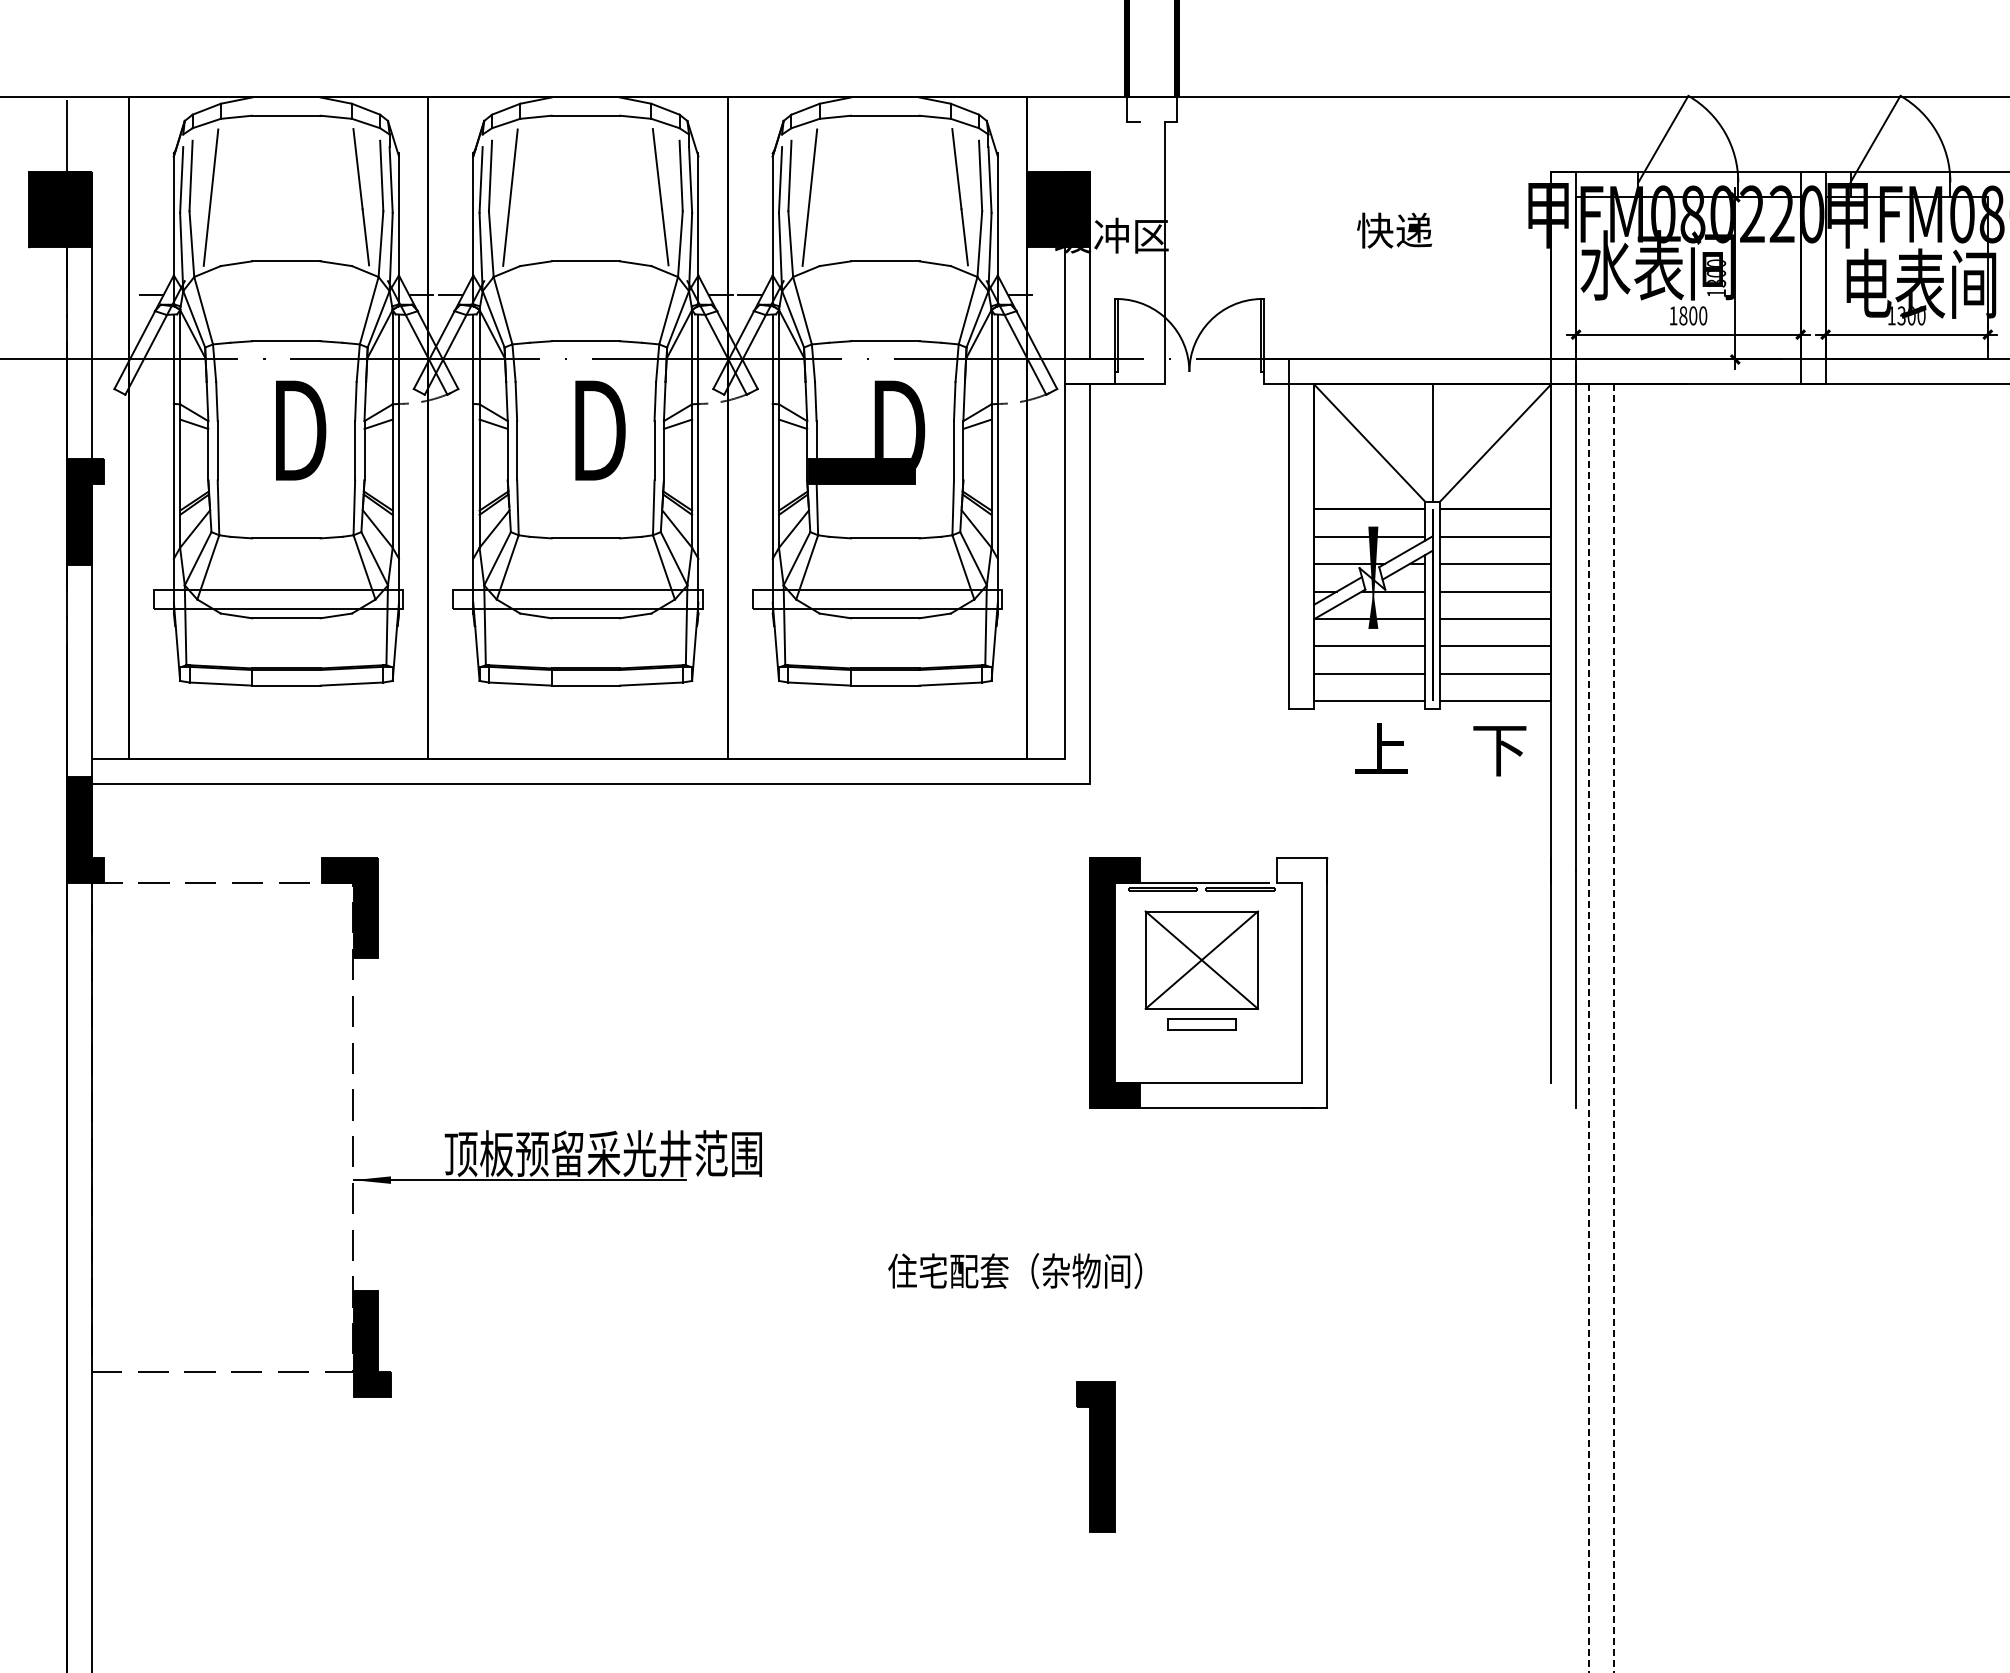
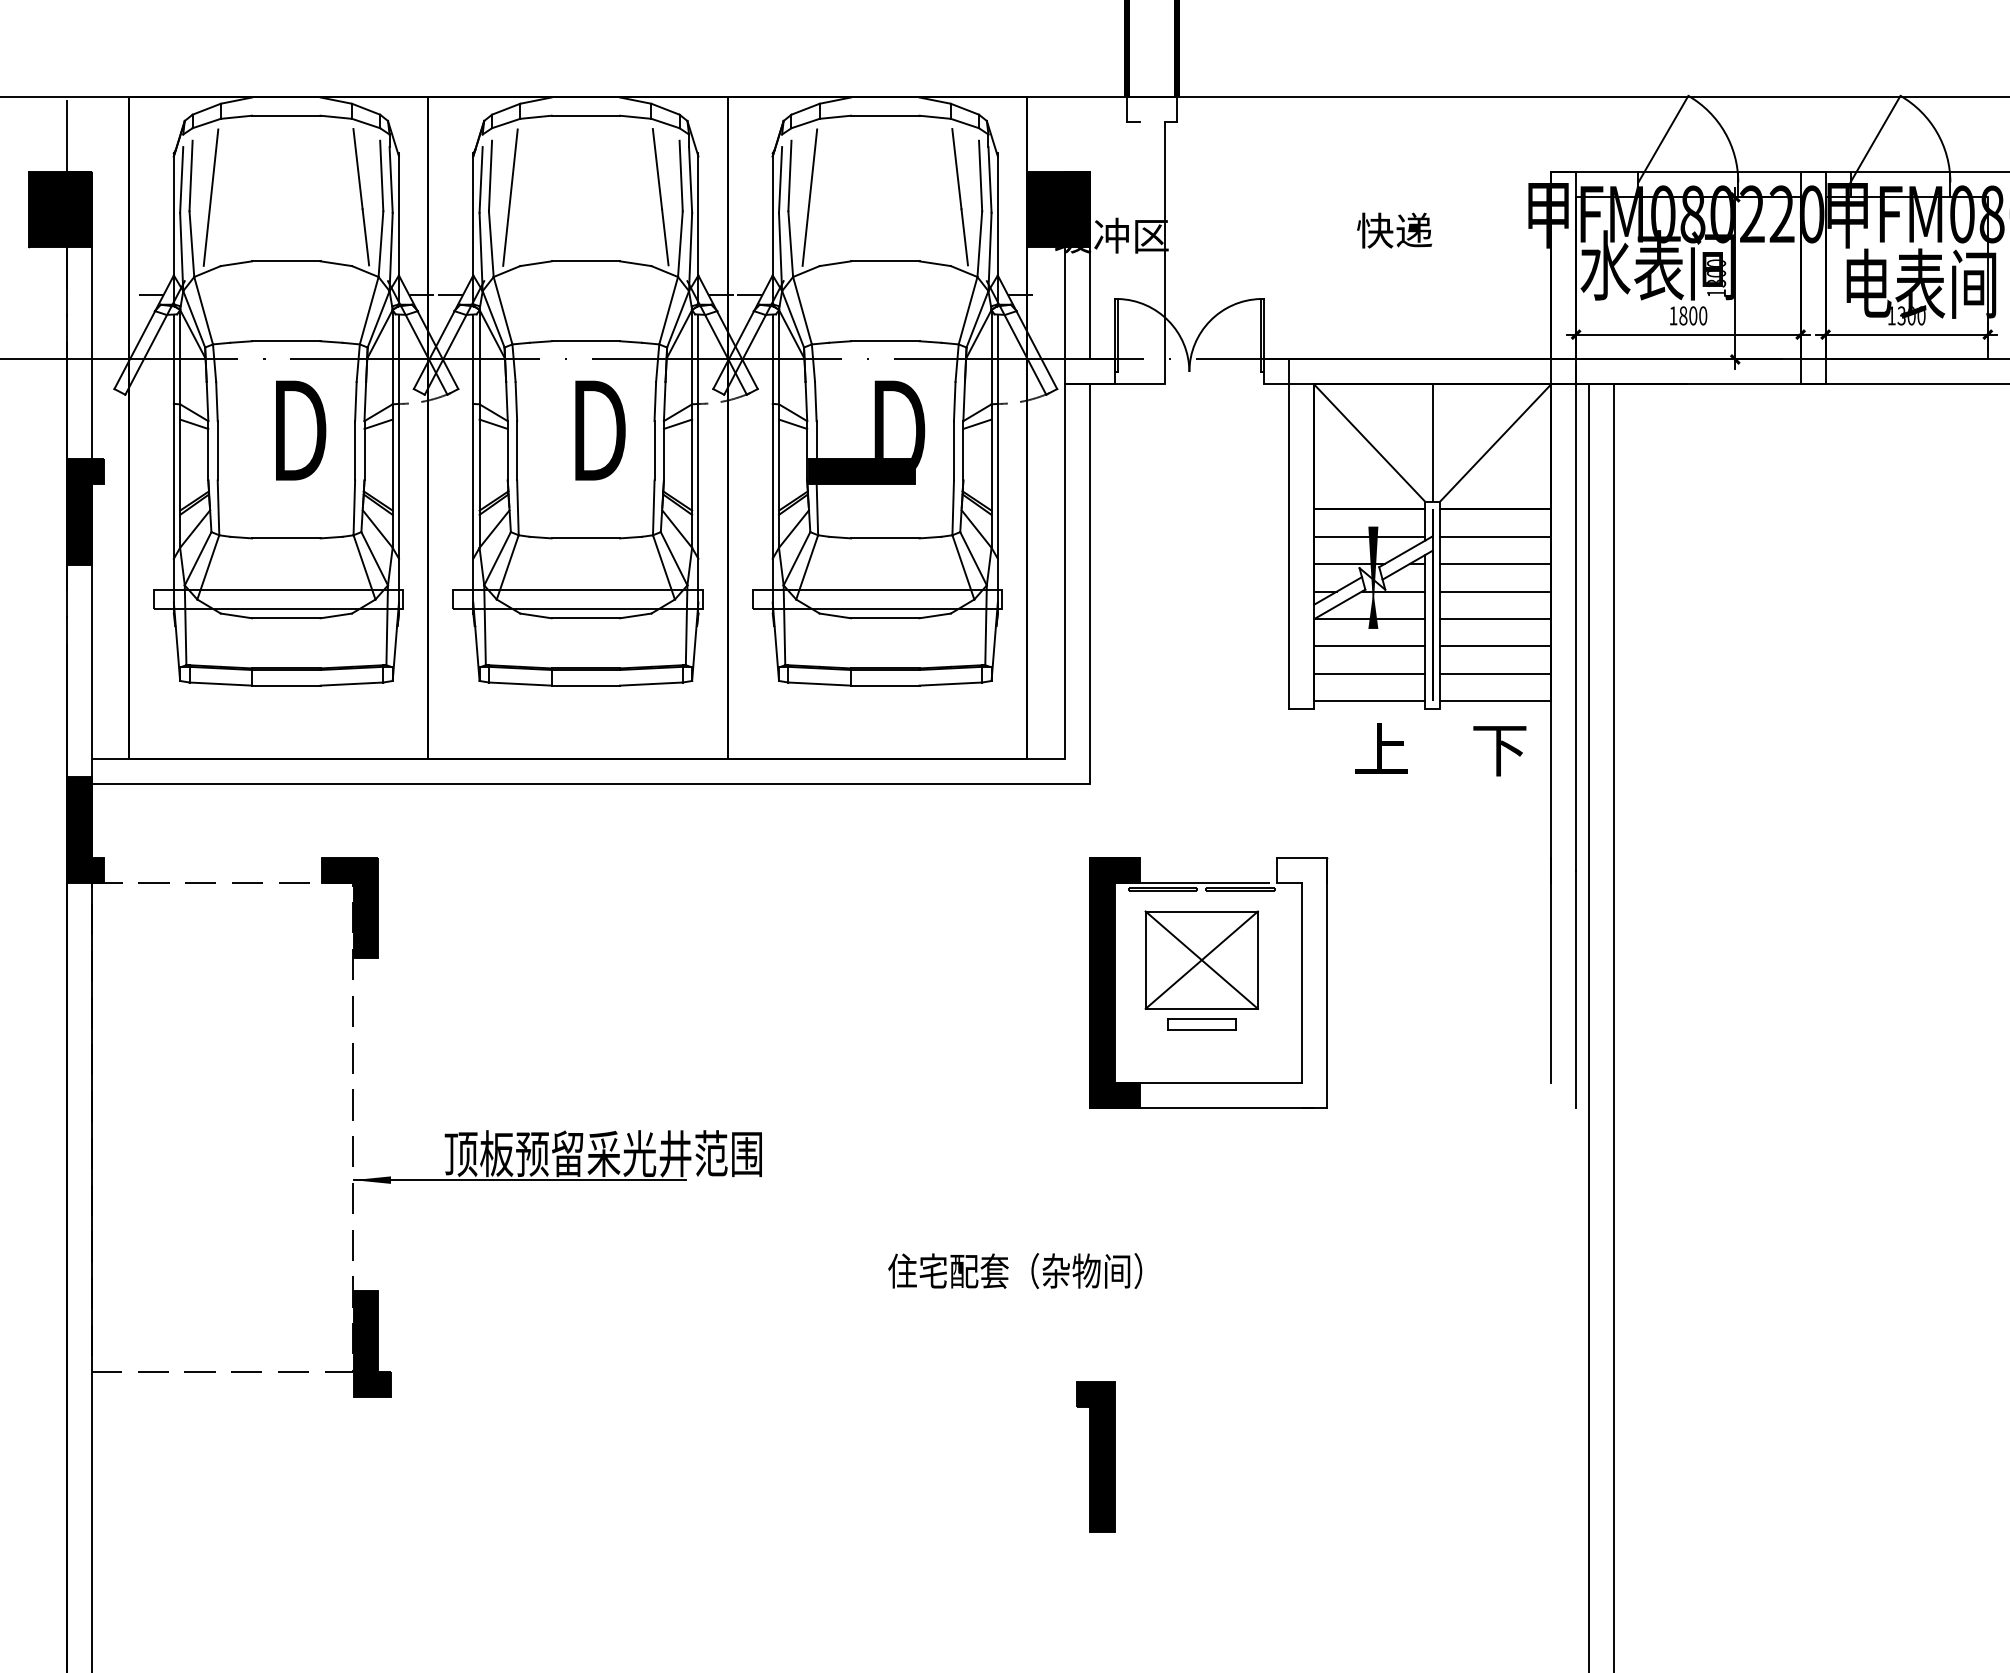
line at (1588, 1028): dashed -> solid
line at (1613, 1028): dashed -> solid
